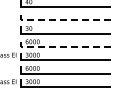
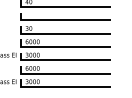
line at (61, 20): dashed -> solid
line at (61, 47): dashed -> solid
